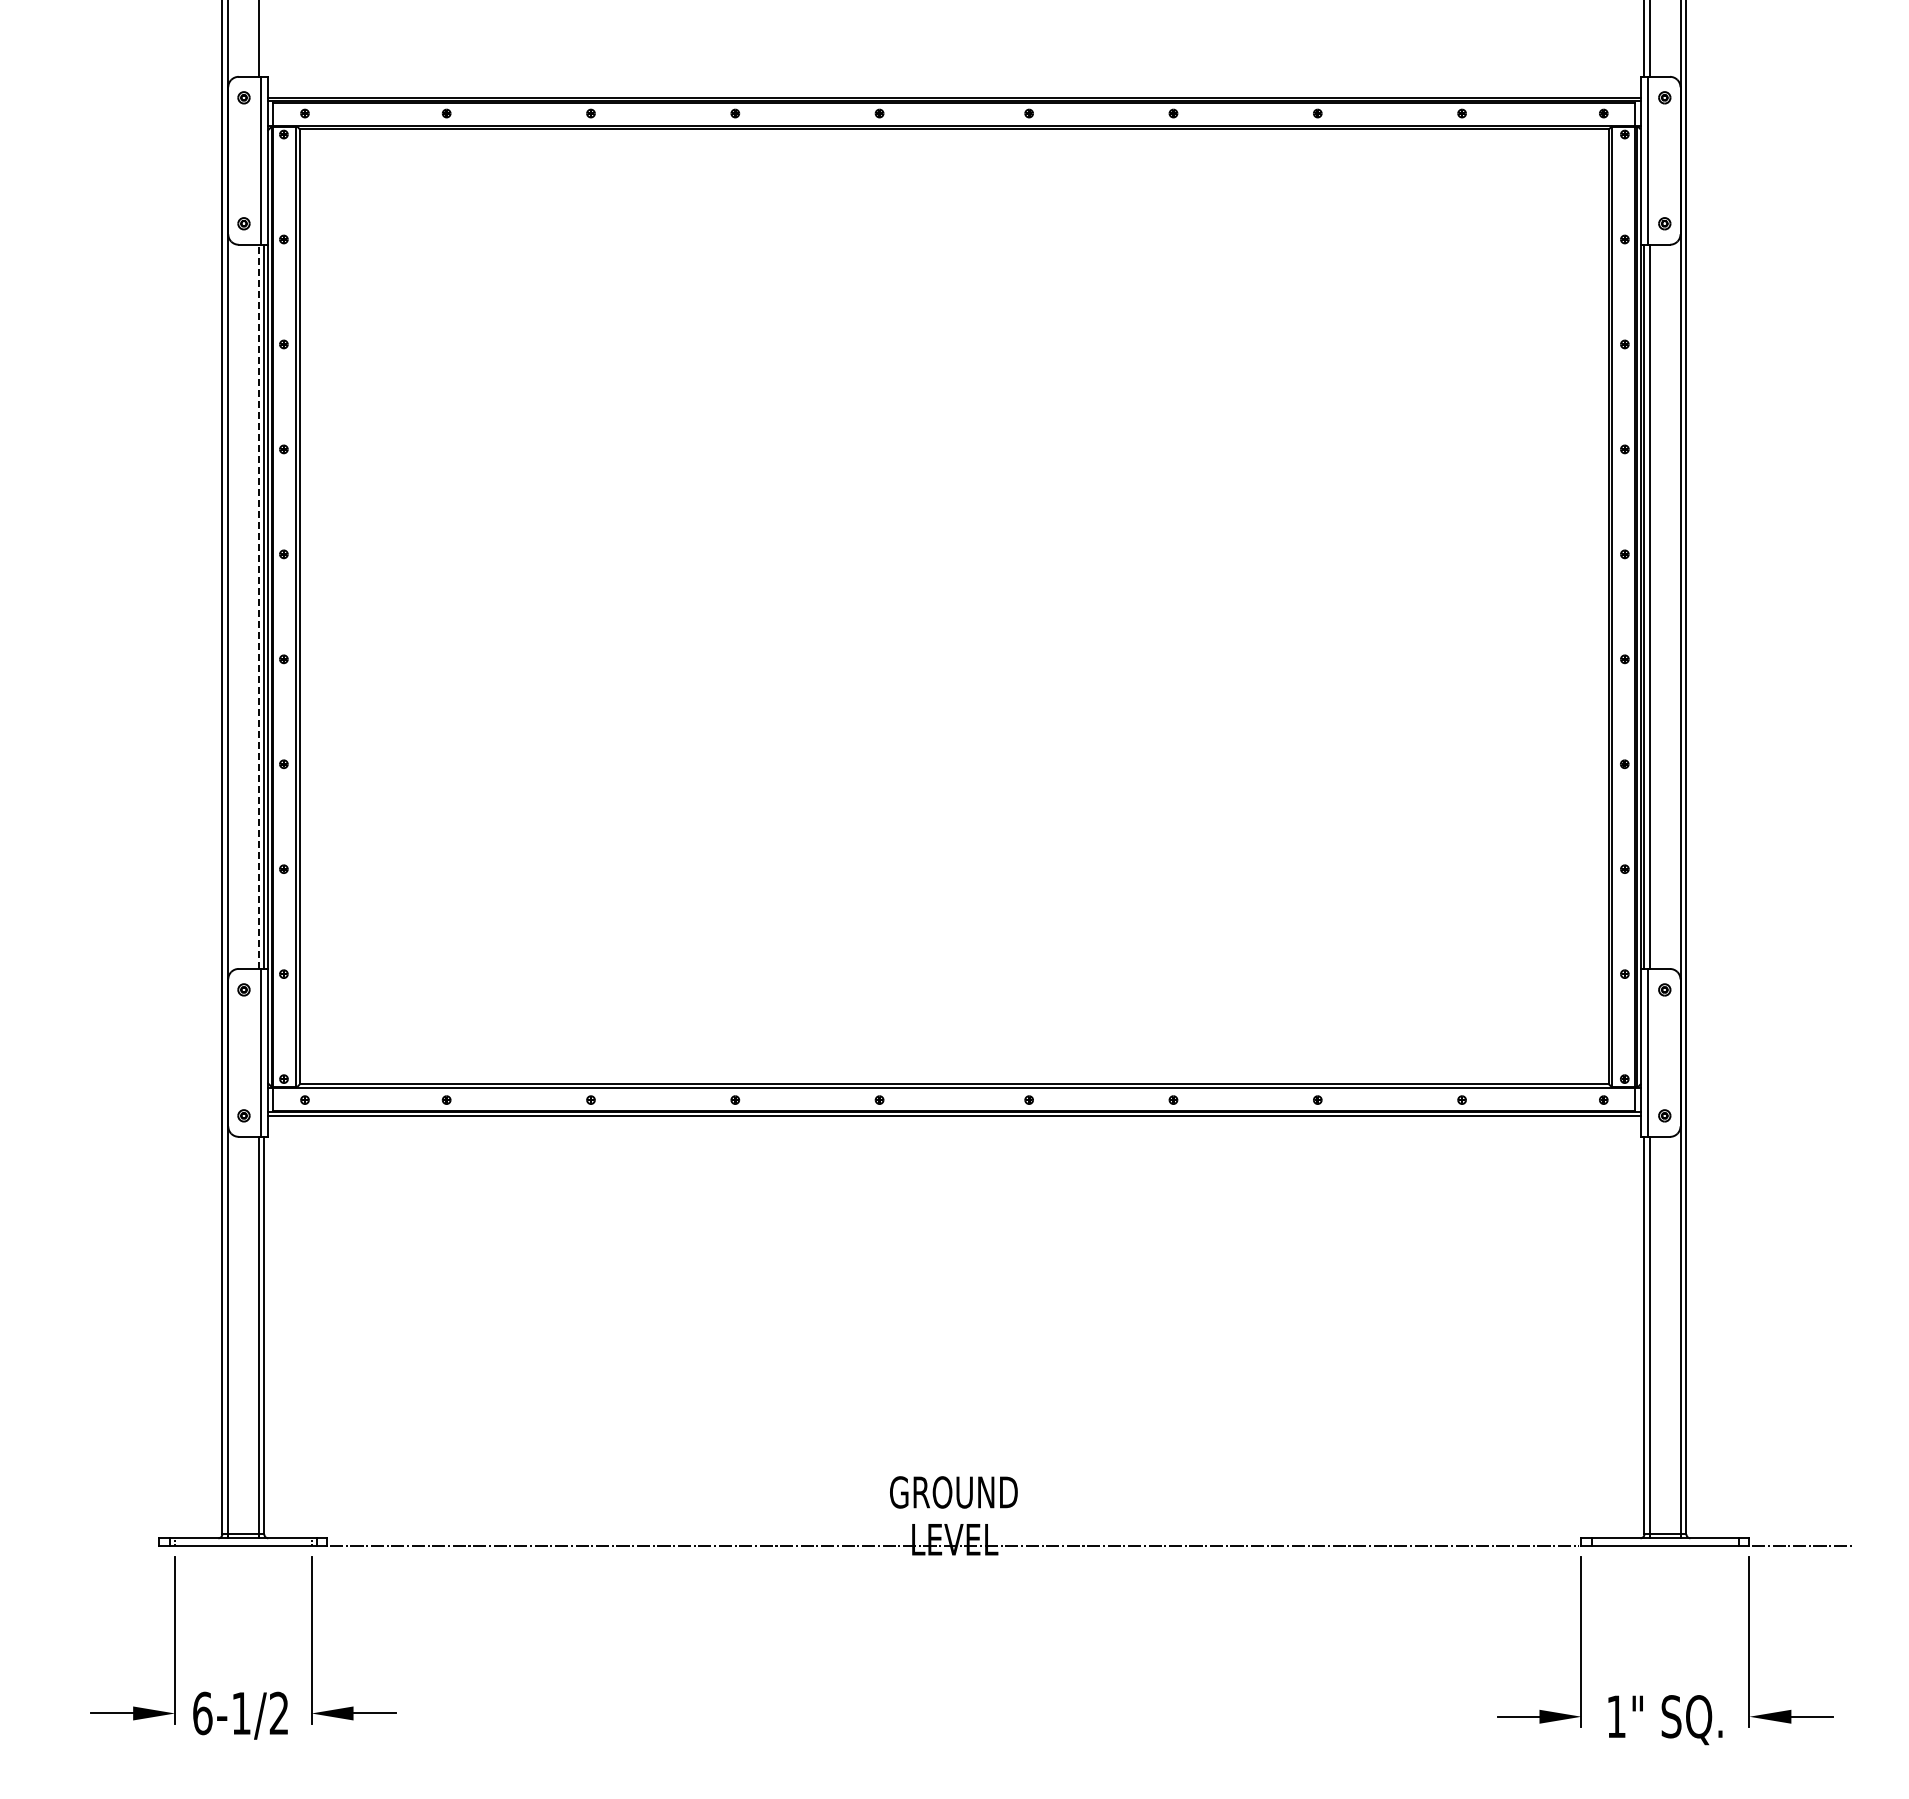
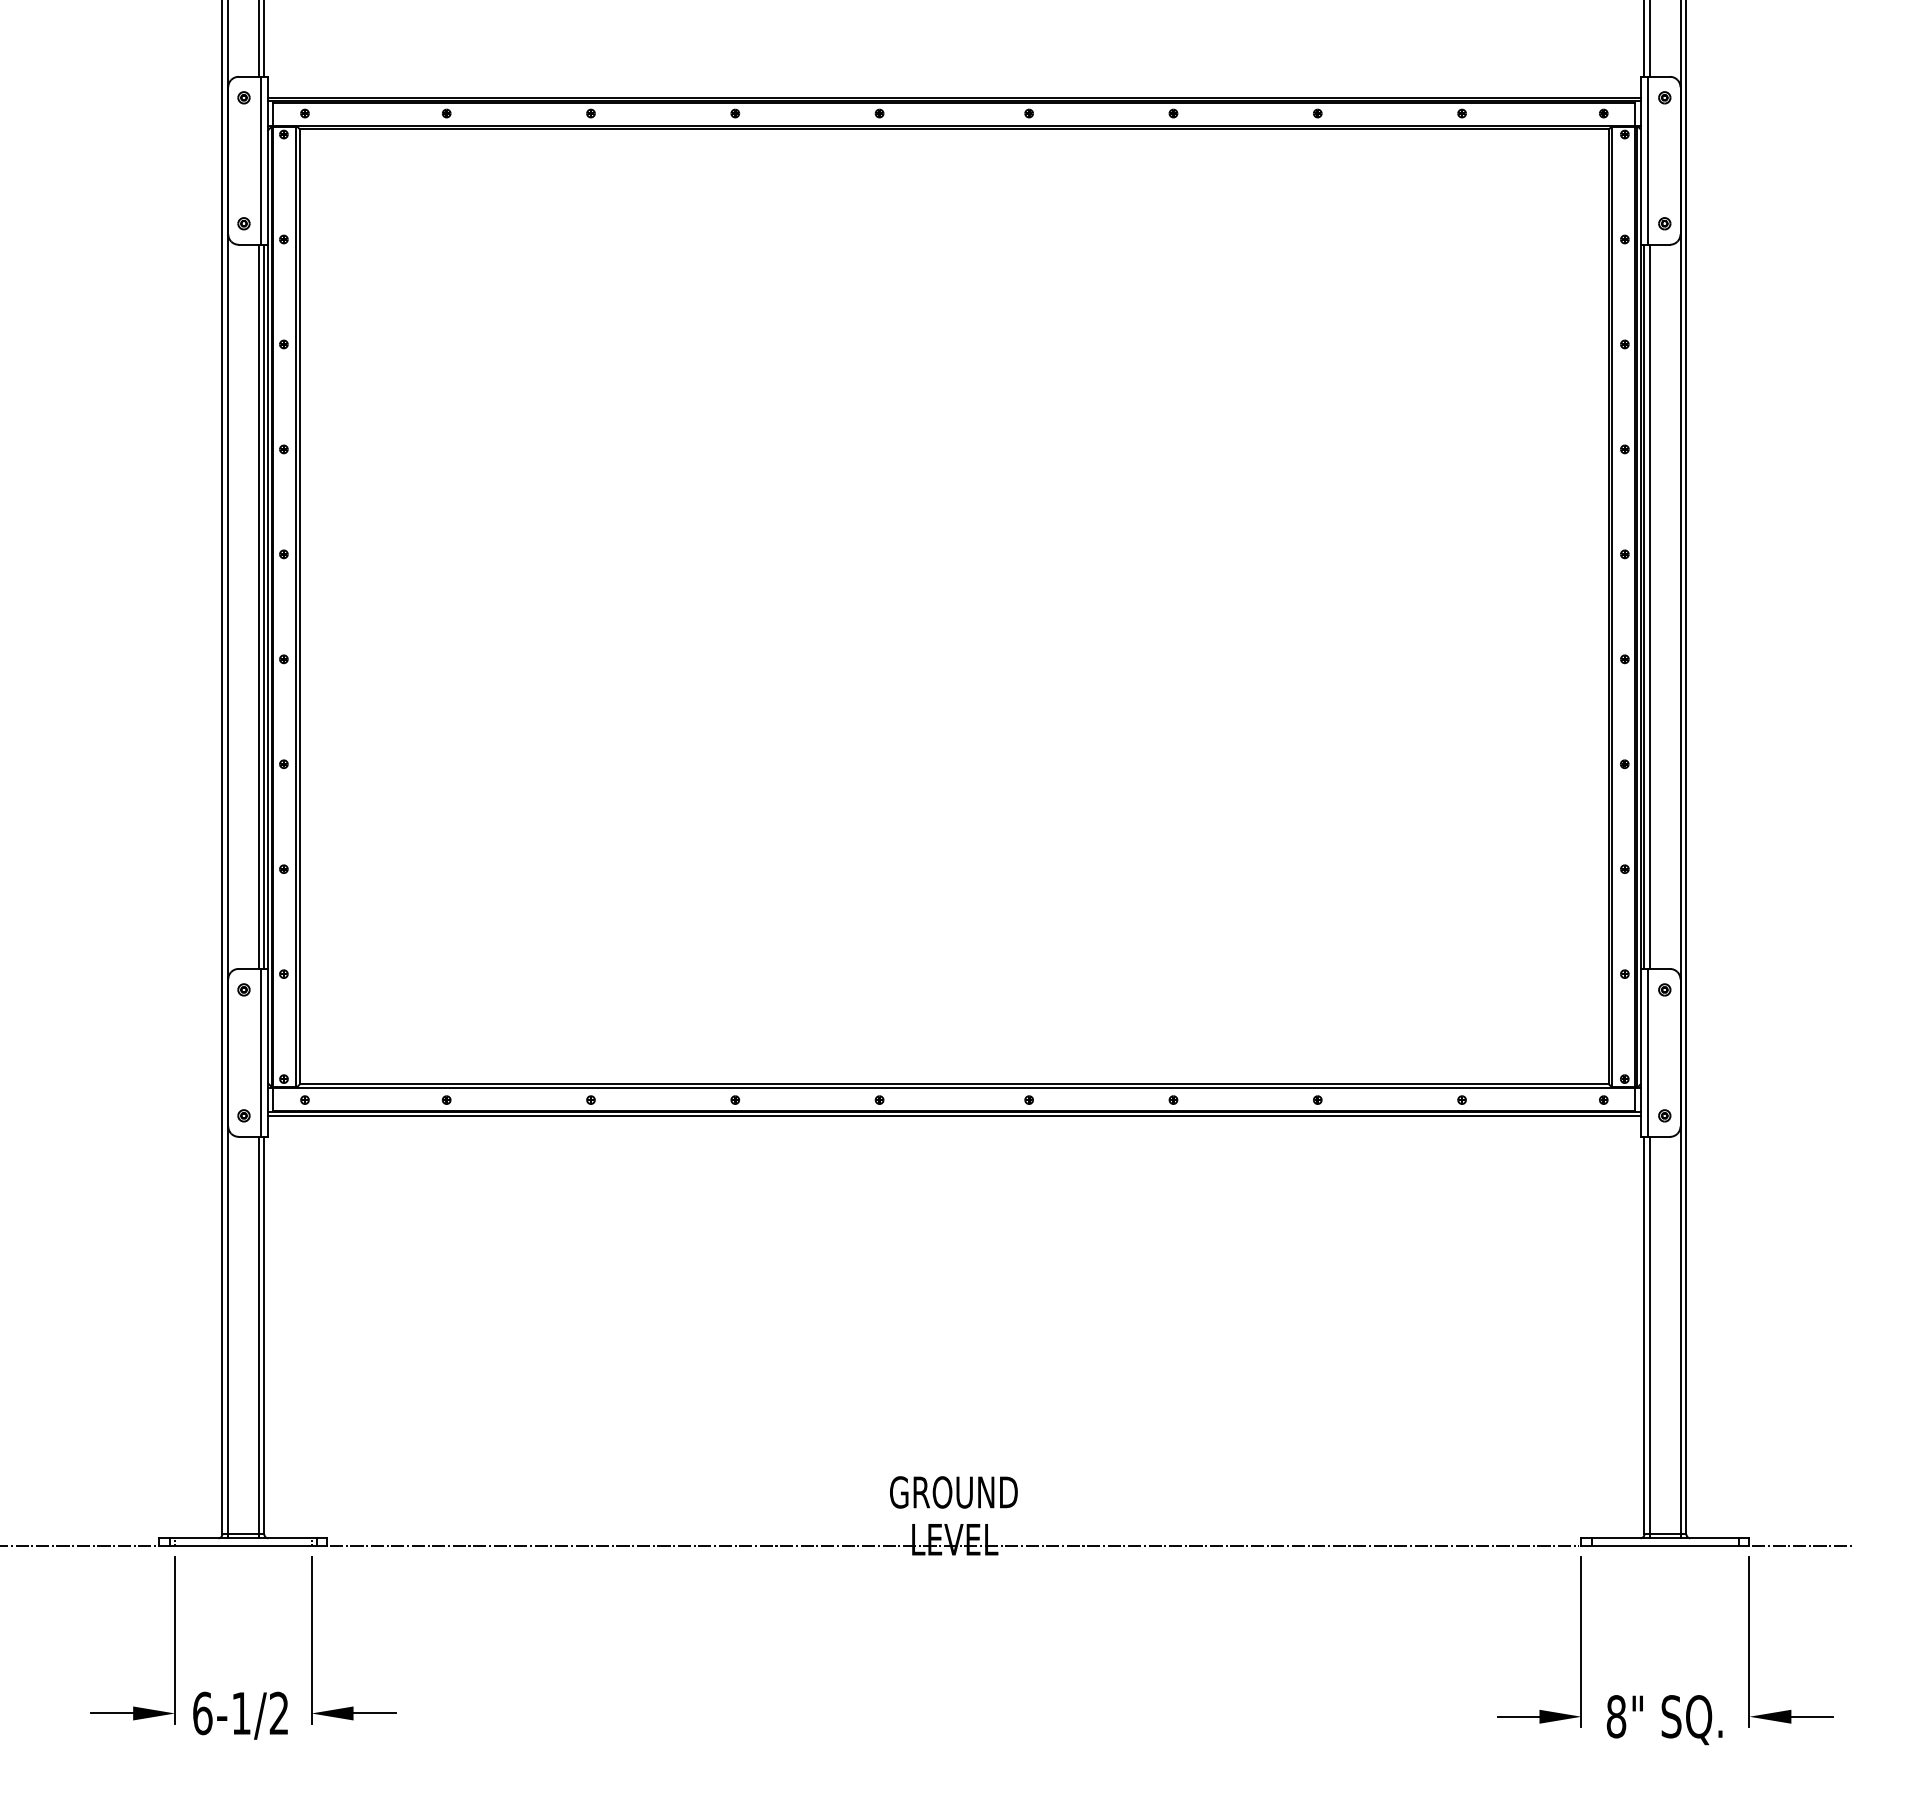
line at (264, 39): none -> present
line at (259, 606): dashed -> solid
line at (79, 1546): none -> present
text at (1616, 1716): 1" -> 8"
